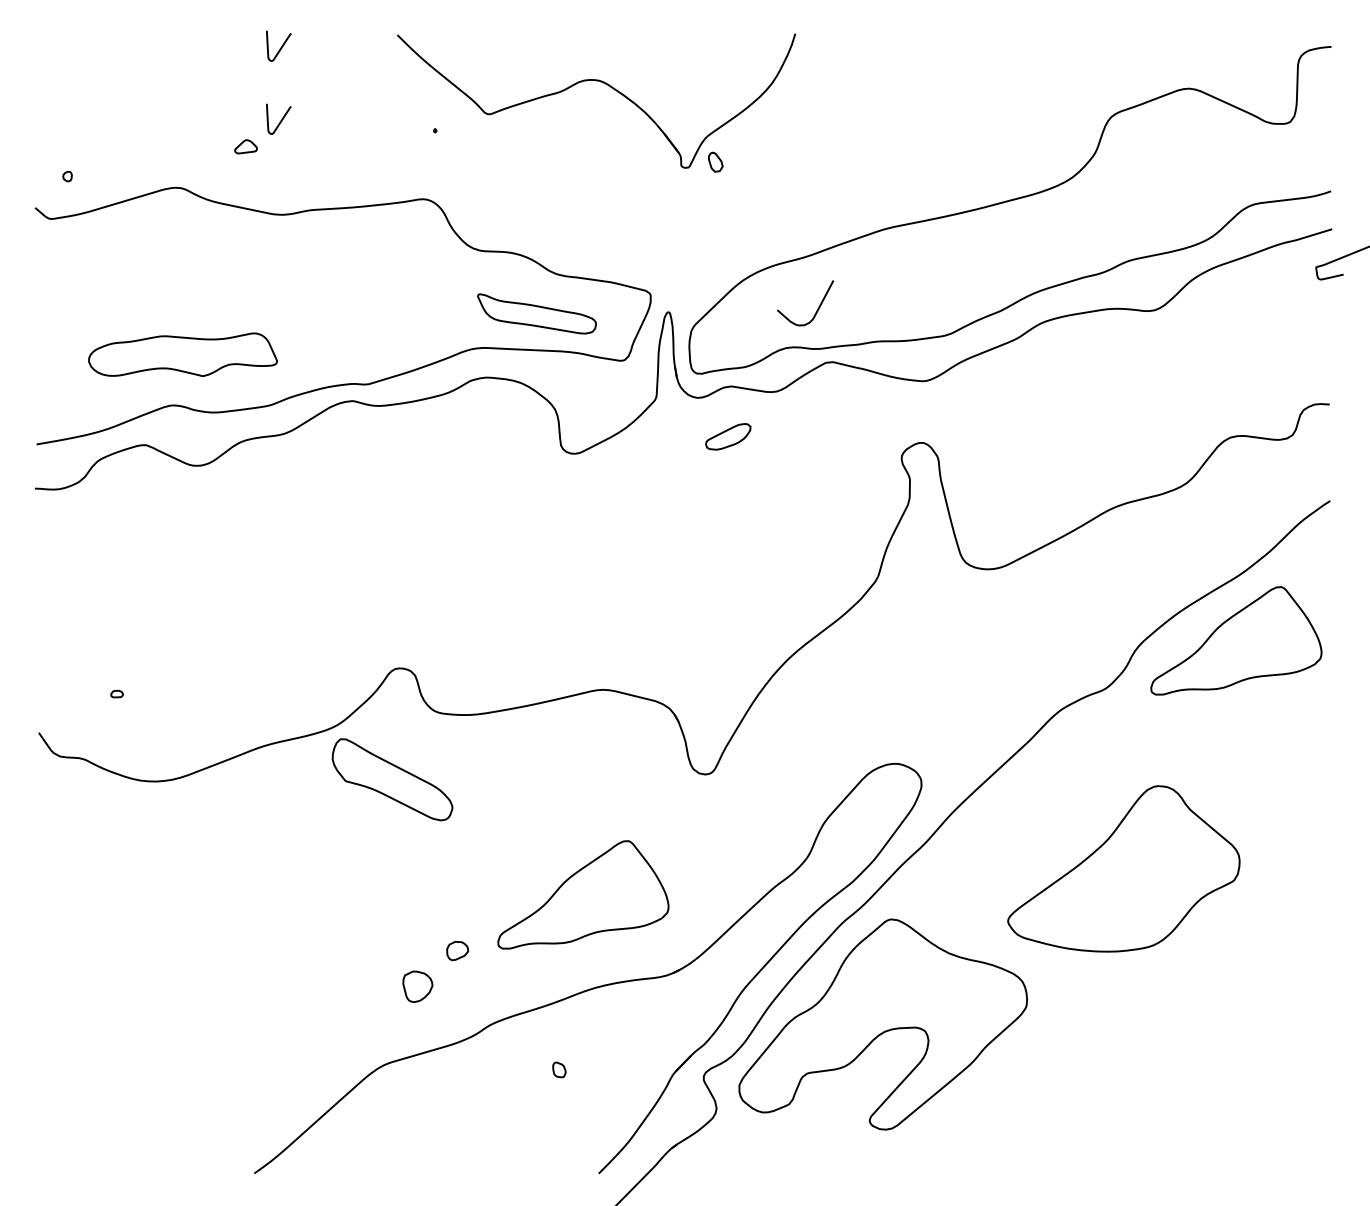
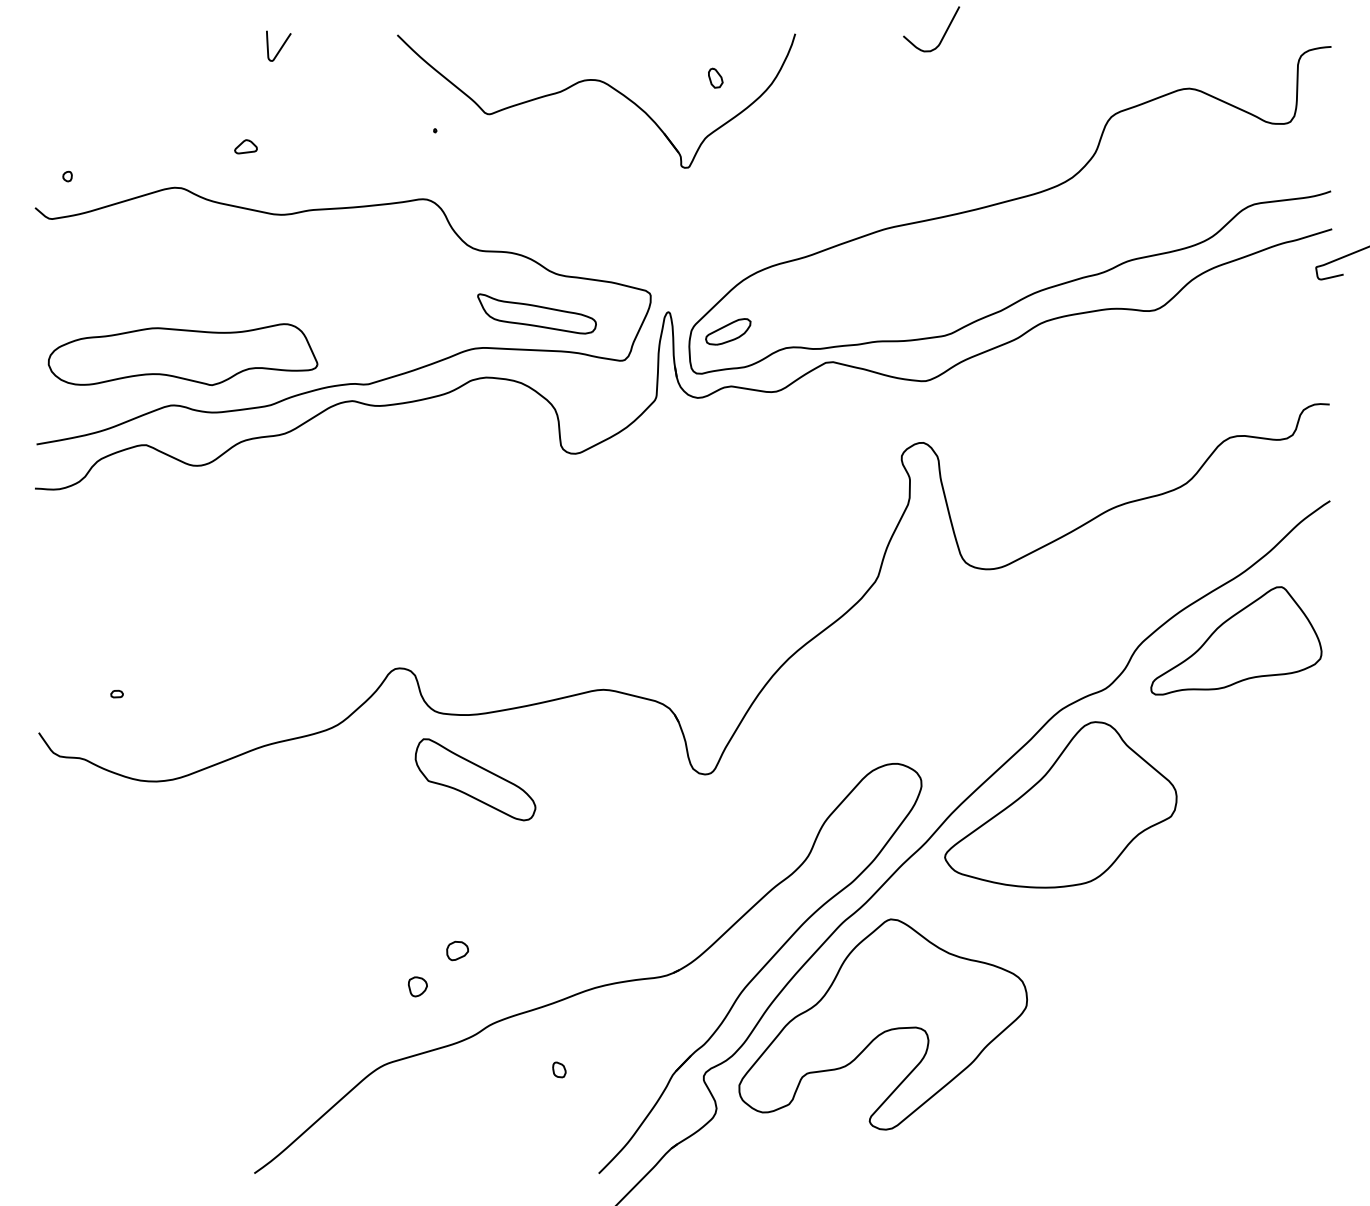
curve at (280, 120): present -> none
part at (715, 161) position: (715, 161) -> (715, 77)
curve at (817, 308) position: (817, 308) -> (943, 34)
part at (182, 354) size: 190x45 px -> 272x64 px
part at (728, 436) position: (728, 436) -> (728, 331)
part at (392, 779) position: (392, 779) -> (475, 779)
part at (1123, 868) position: (1123, 868) -> (1060, 804)
part at (583, 894): present -> none
part at (417, 986) size: 32x33 px -> 20x22 px
